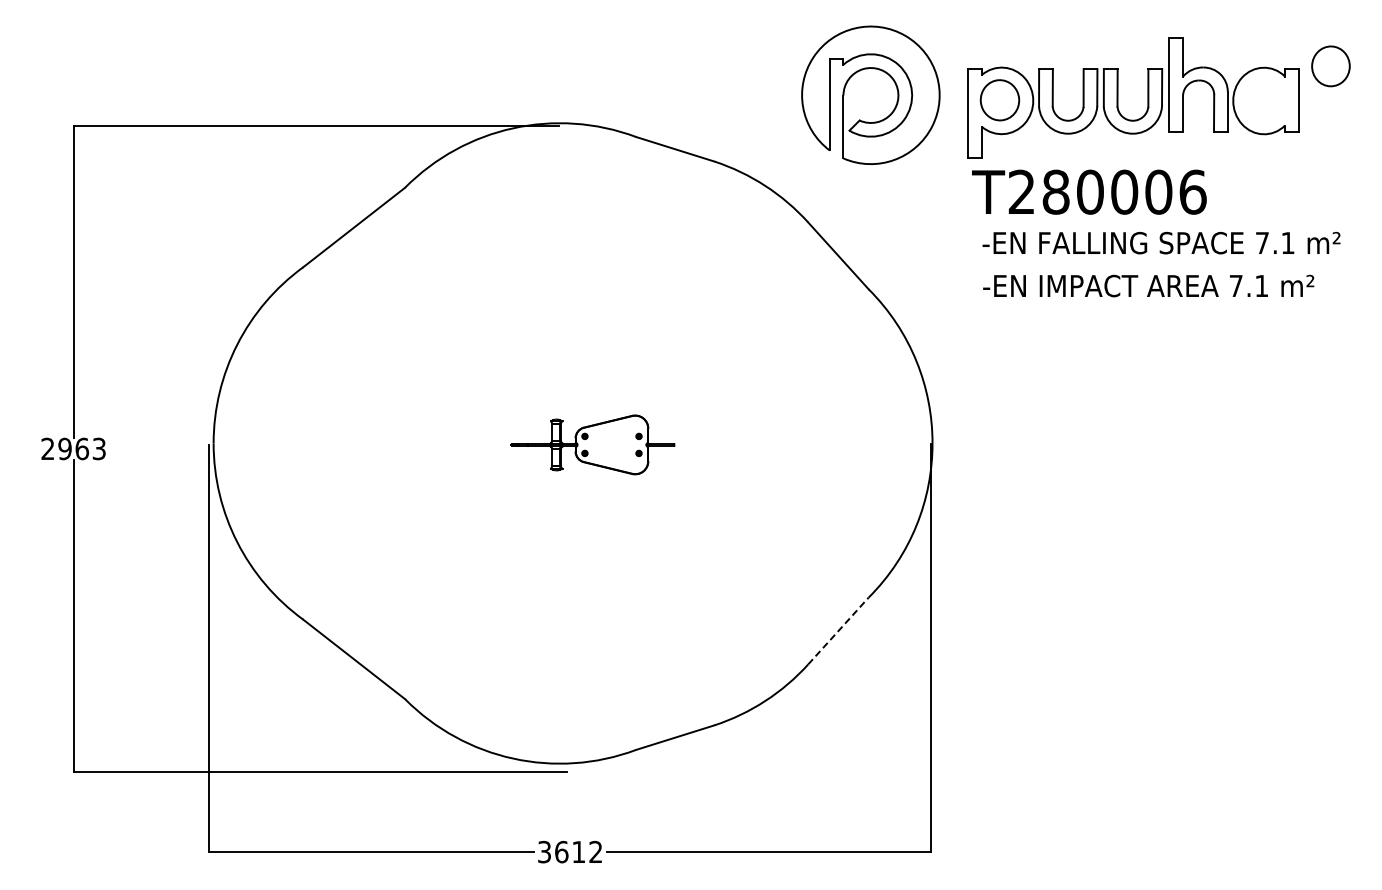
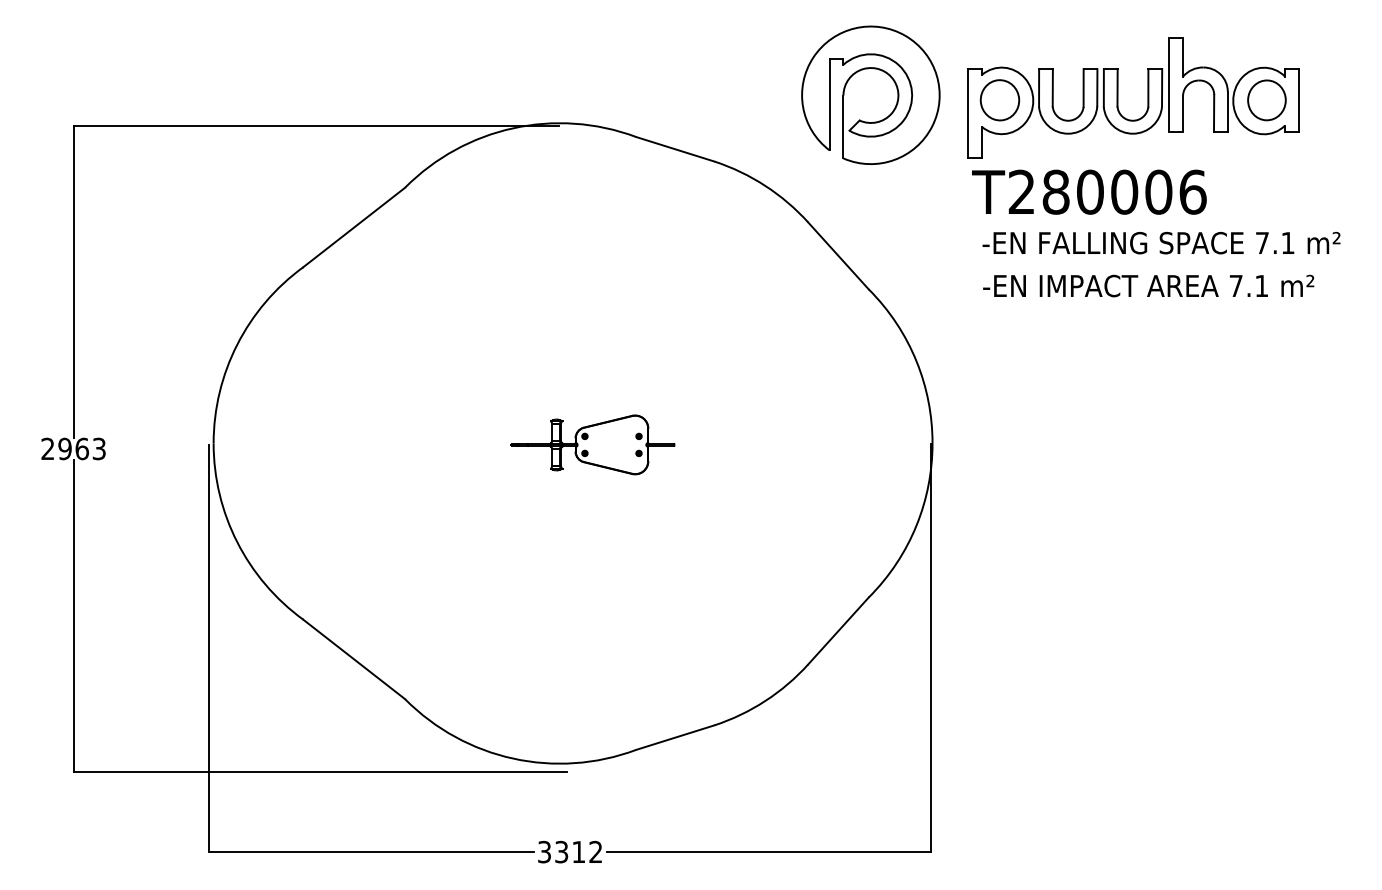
part at (1330, 66) position: (1330, 66) -> (1266, 100)
line at (838, 630): dashed -> solid
text at (561, 851): 3612 -> 3312
